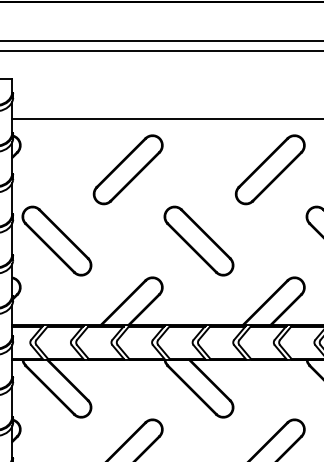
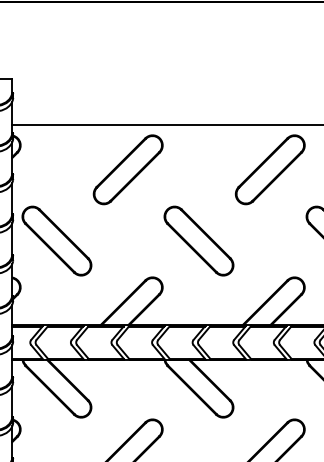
line at (161, 40): present -> none
line at (161, 51): present -> none
line at (166, 119) position: (166, 119) -> (166, 125)
